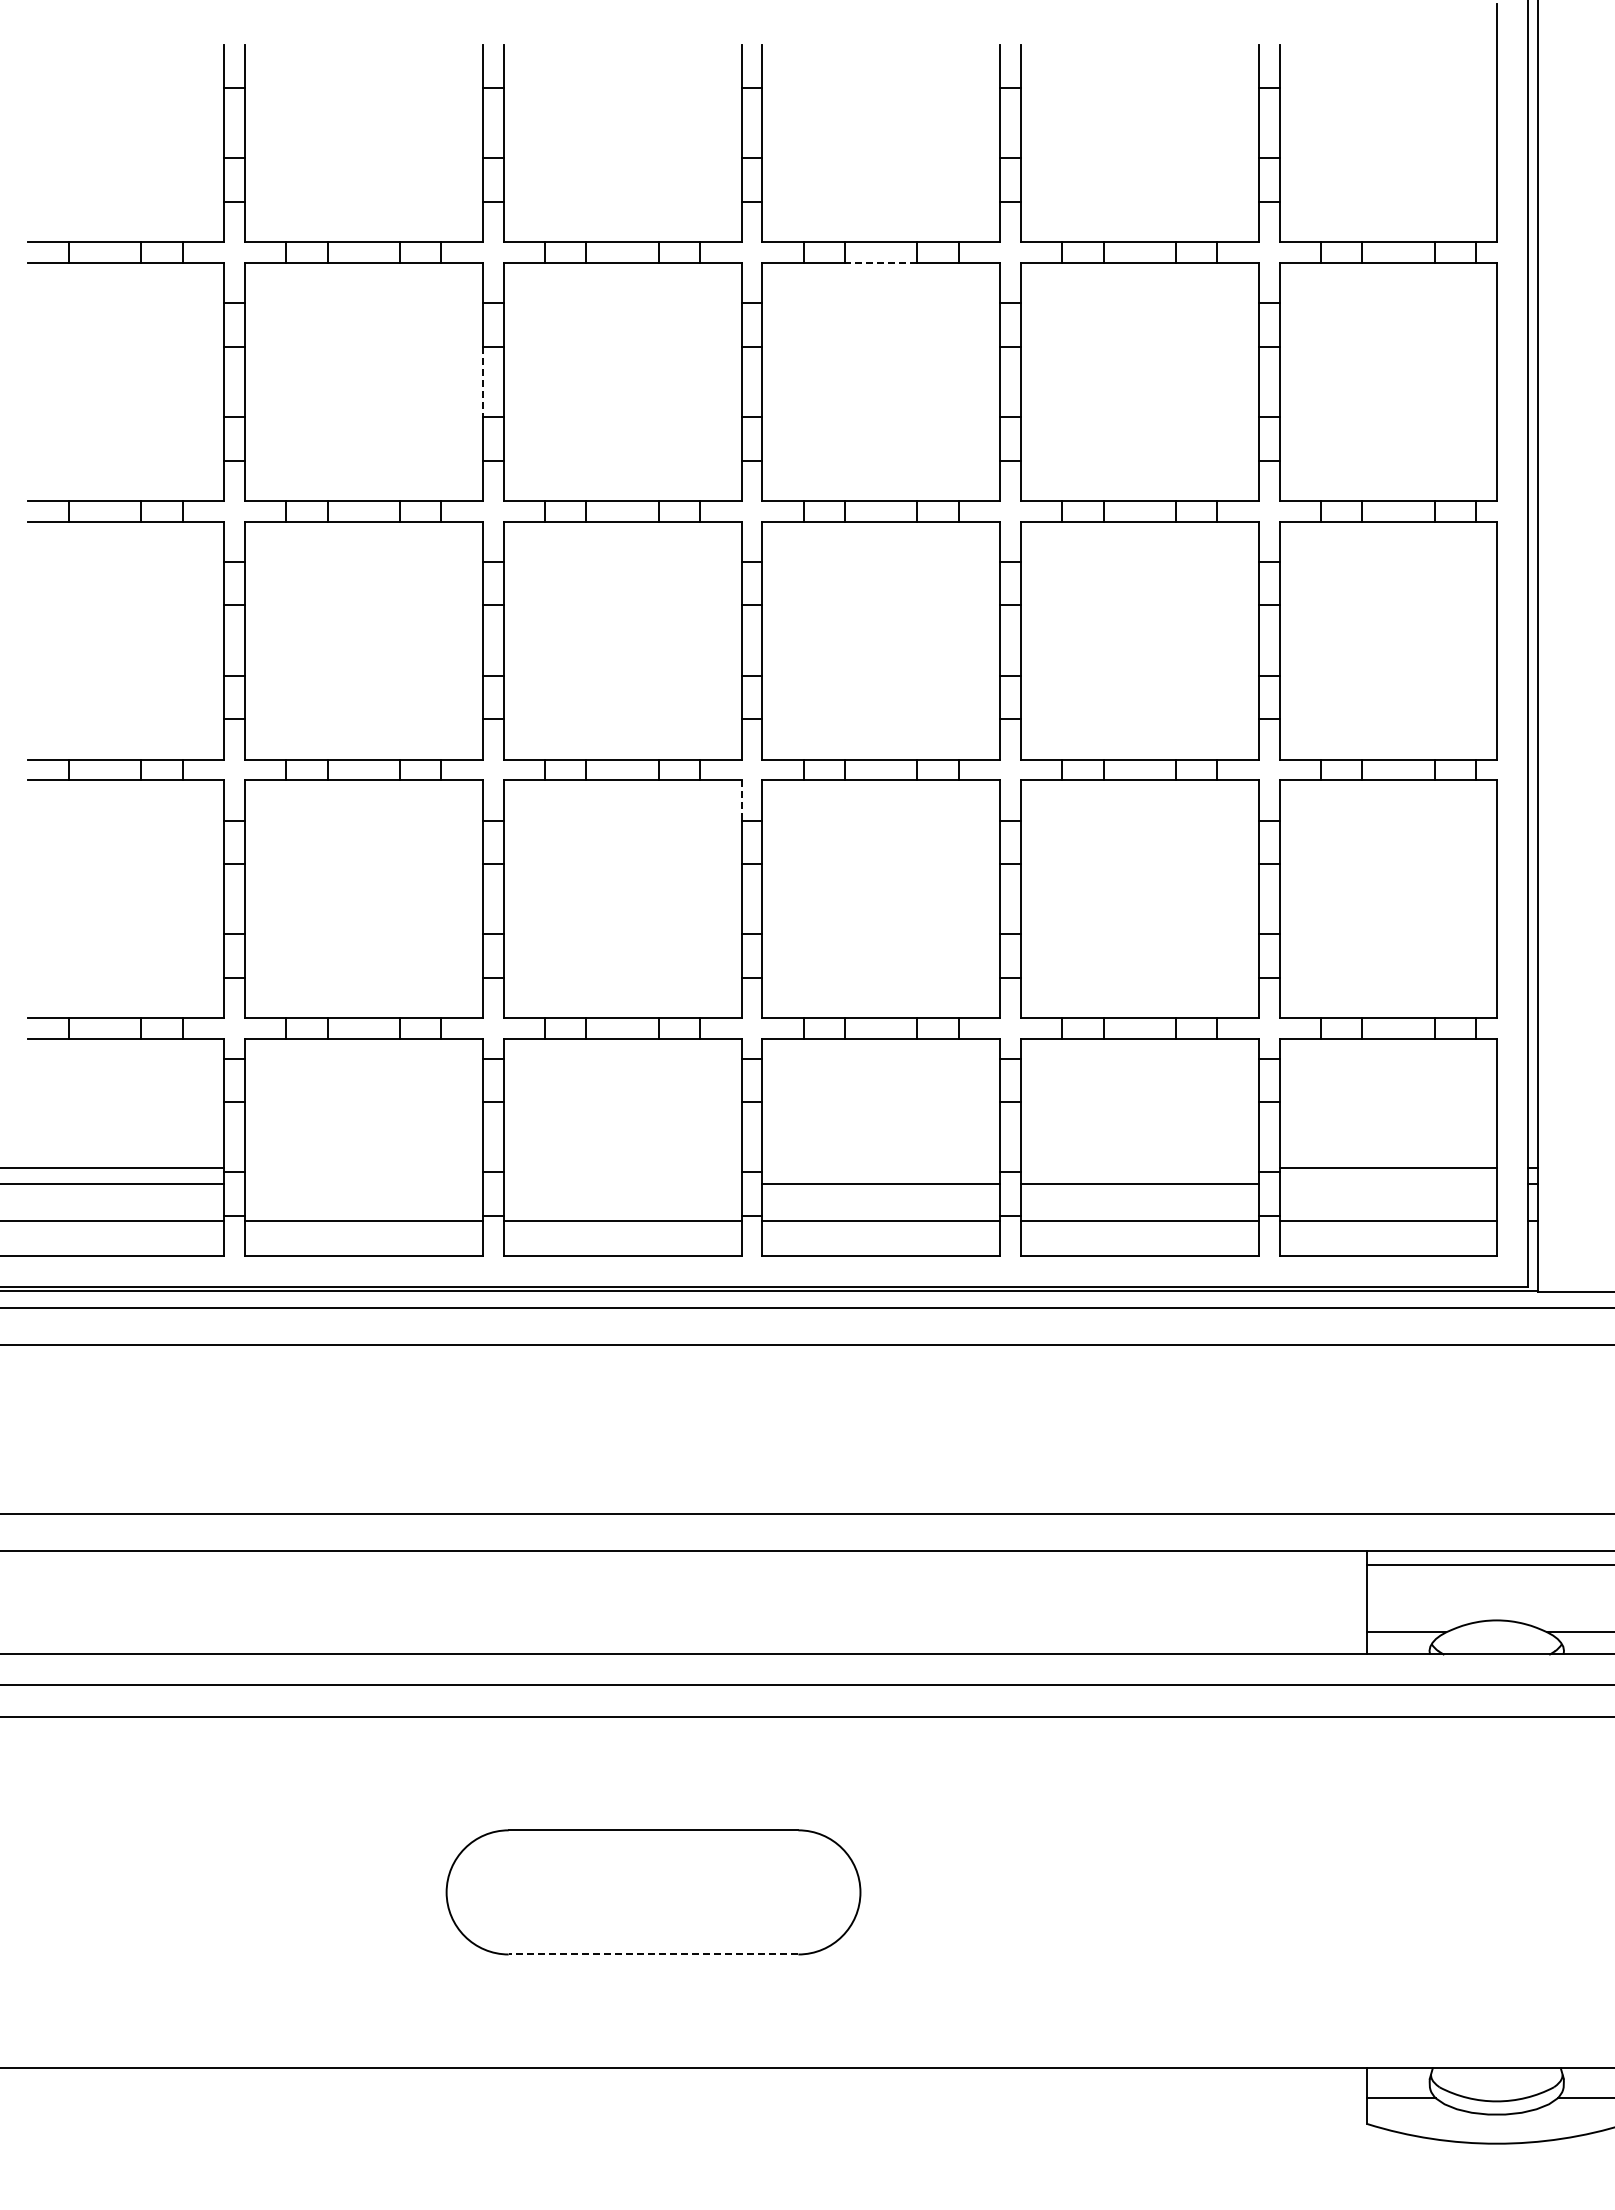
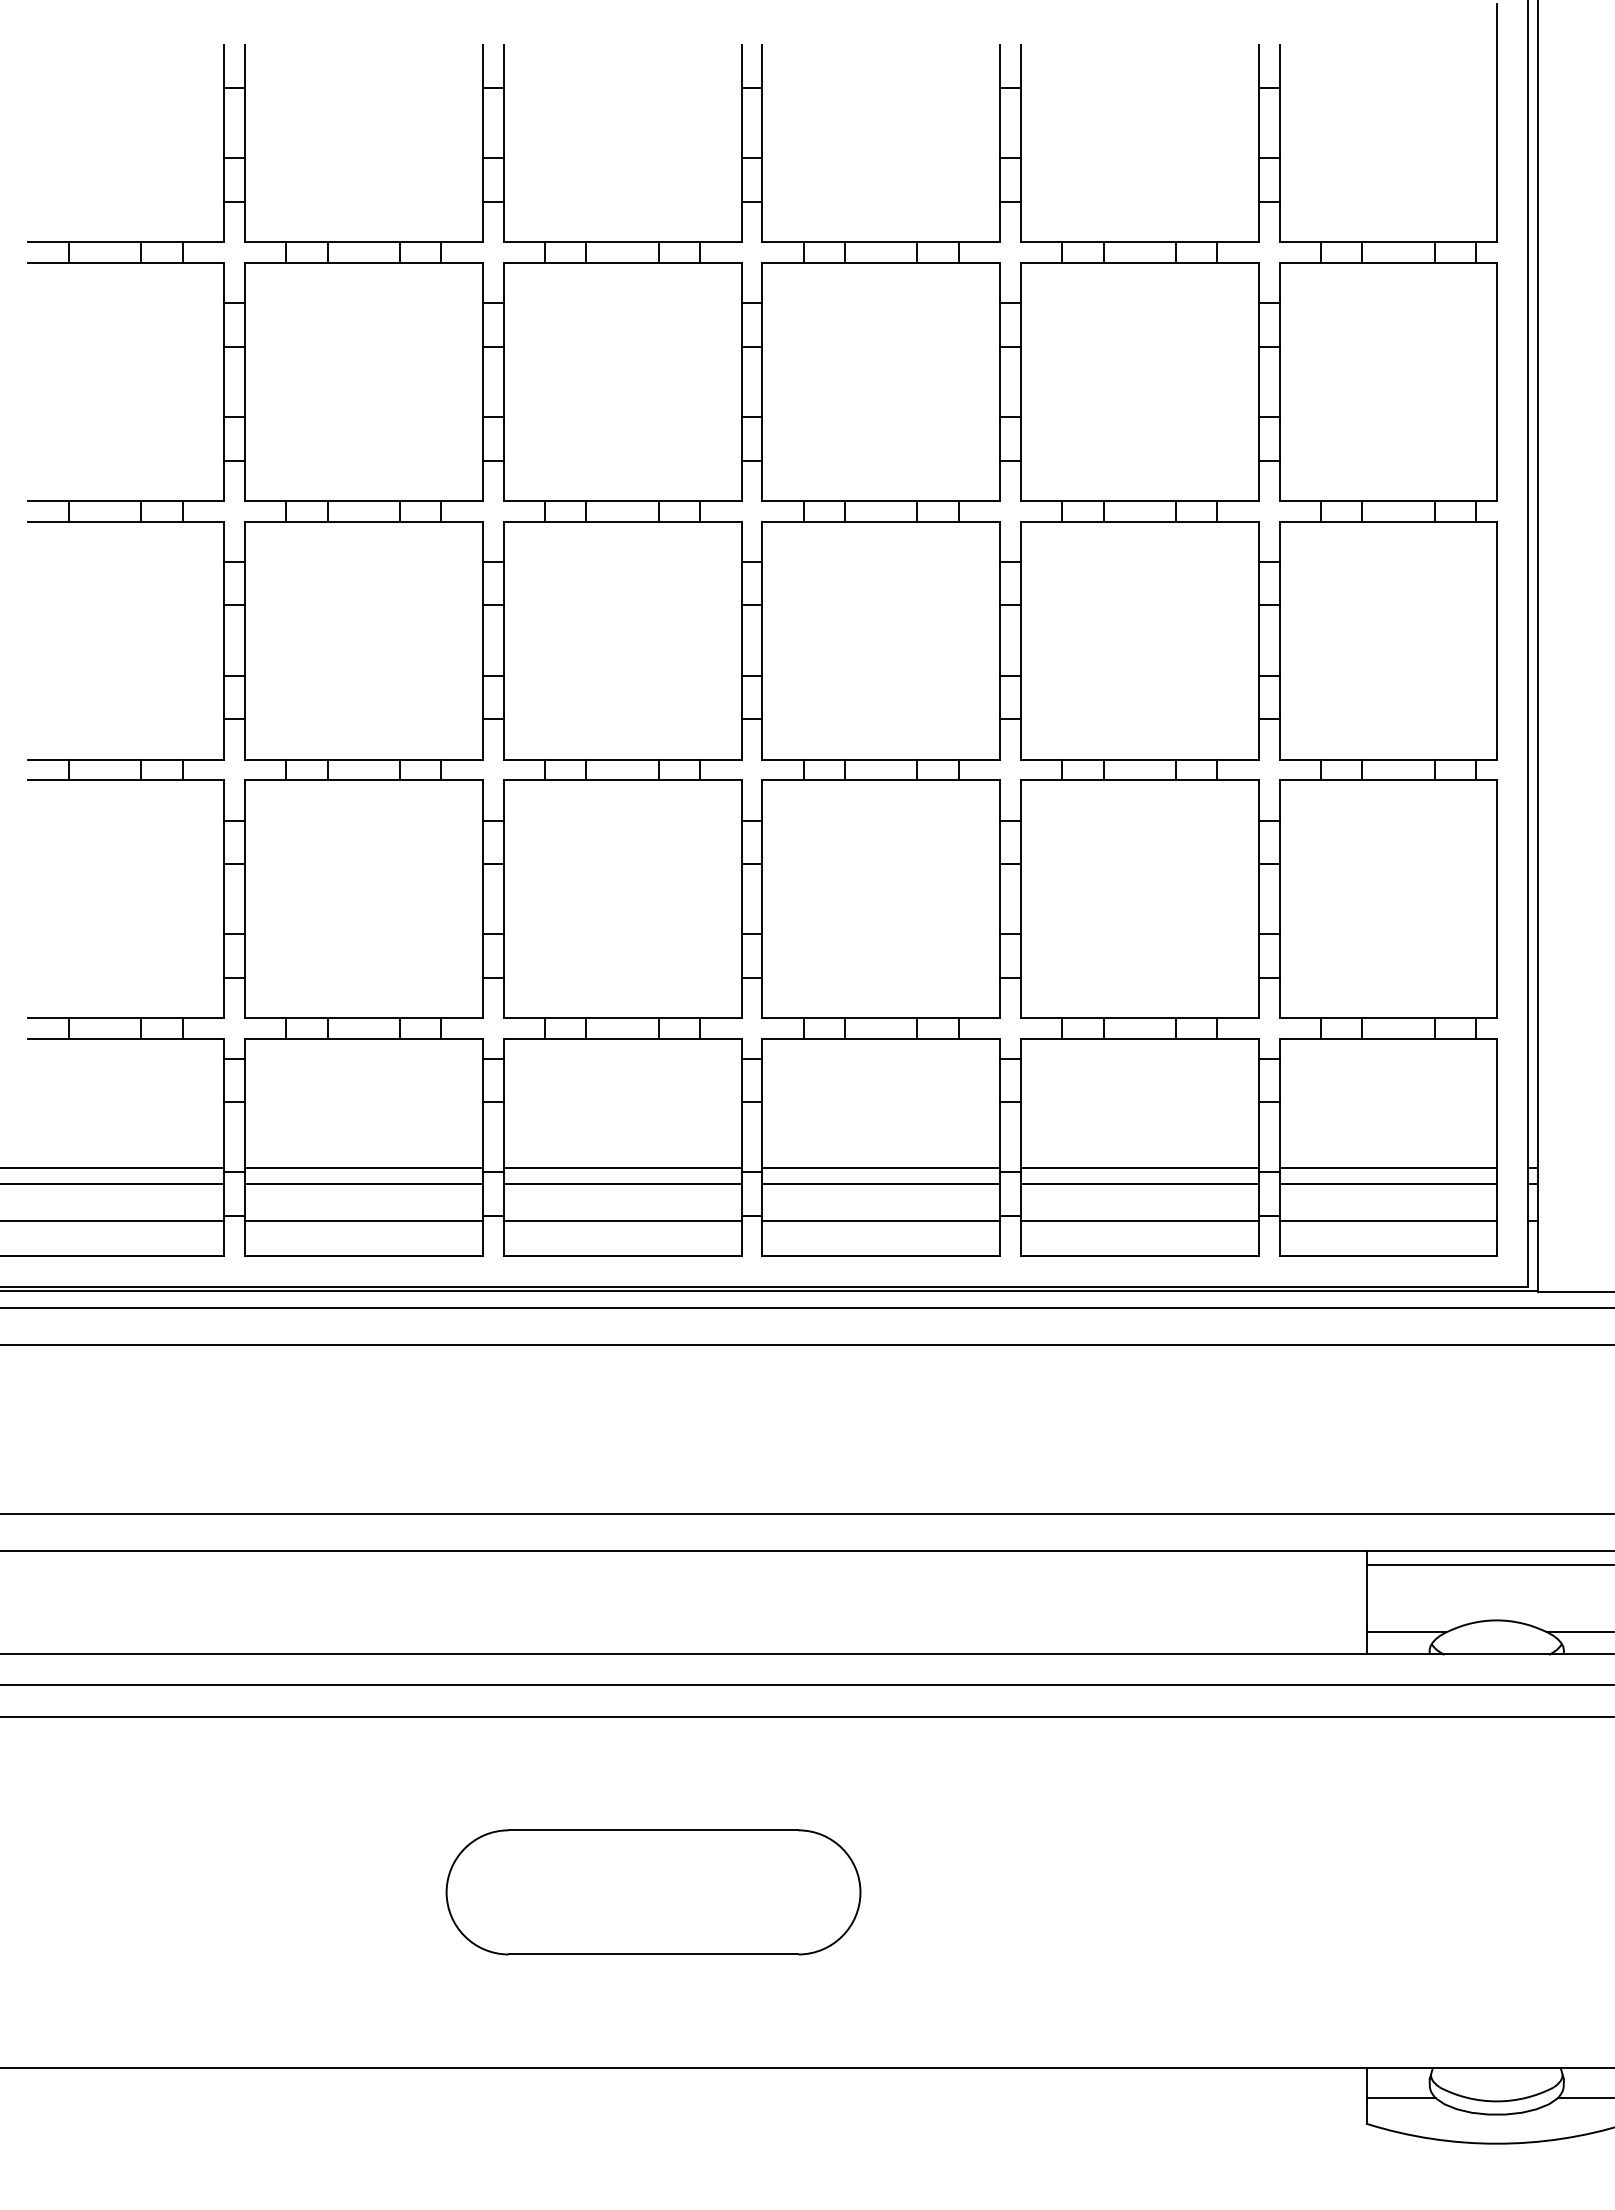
line at (880, 262): dashed -> solid
line at (482, 382): dashed -> solid
line at (741, 800): dashed -> solid
line at (363, 1167): none -> present
line at (622, 1167): none -> present
line at (881, 1167): none -> present
line at (1139, 1167): none -> present
line at (363, 1183): none -> present
line at (622, 1183): none -> present
line at (1387, 1183): none -> present
line at (653, 1954): dashed -> solid
